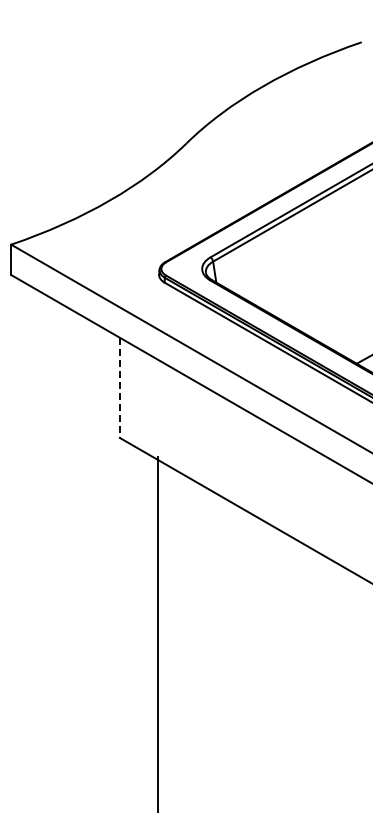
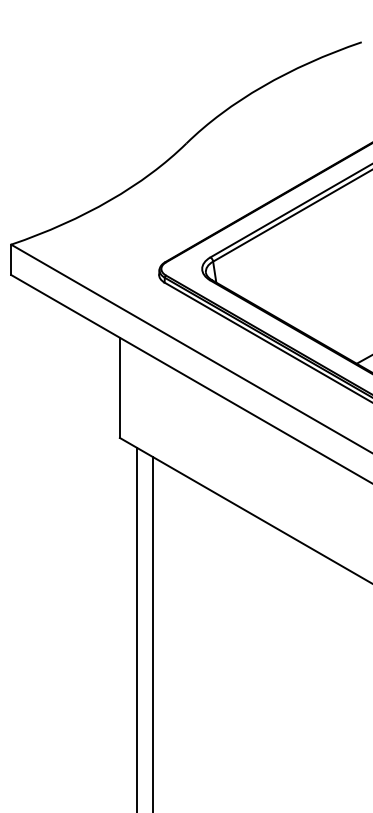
line at (119, 388): dashed -> solid
line at (136, 628): none -> present
line at (158, 633) position: (158, 633) -> (153, 633)
